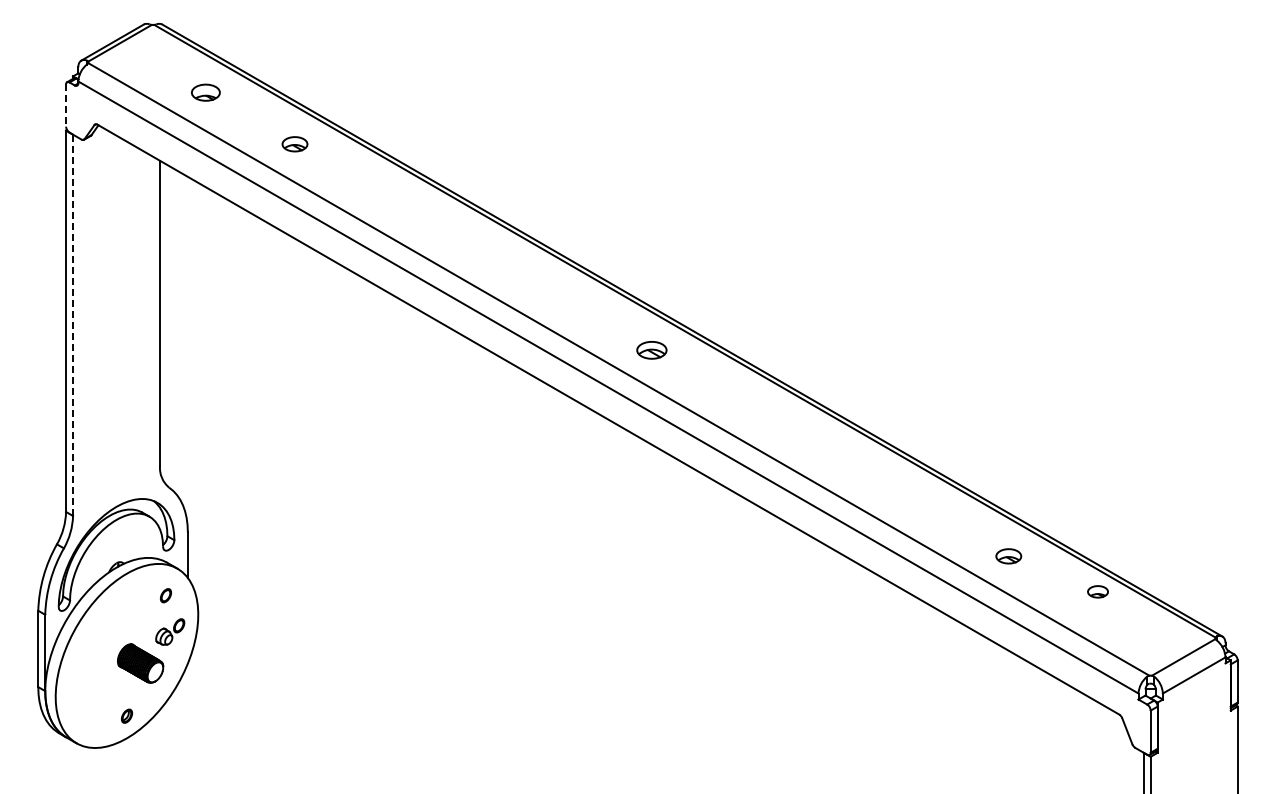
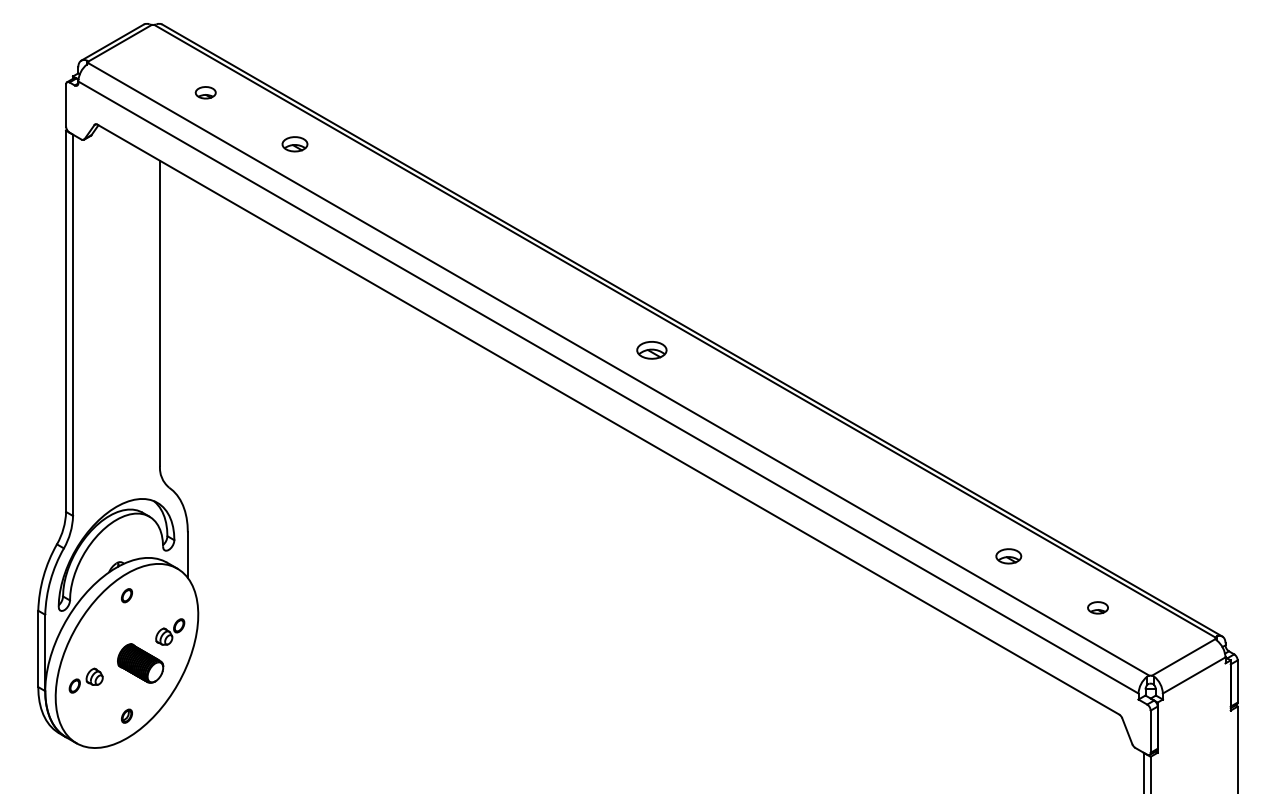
part at (205, 92) size: 31x19 px -> 23x14 px
line at (66, 106): dashed -> solid
line at (73, 325): dashed -> solid
part at (1097, 591) position: (1097, 591) -> (1097, 607)
part at (165, 595) position: (165, 595) -> (126, 595)
part at (85, 680): none -> present
